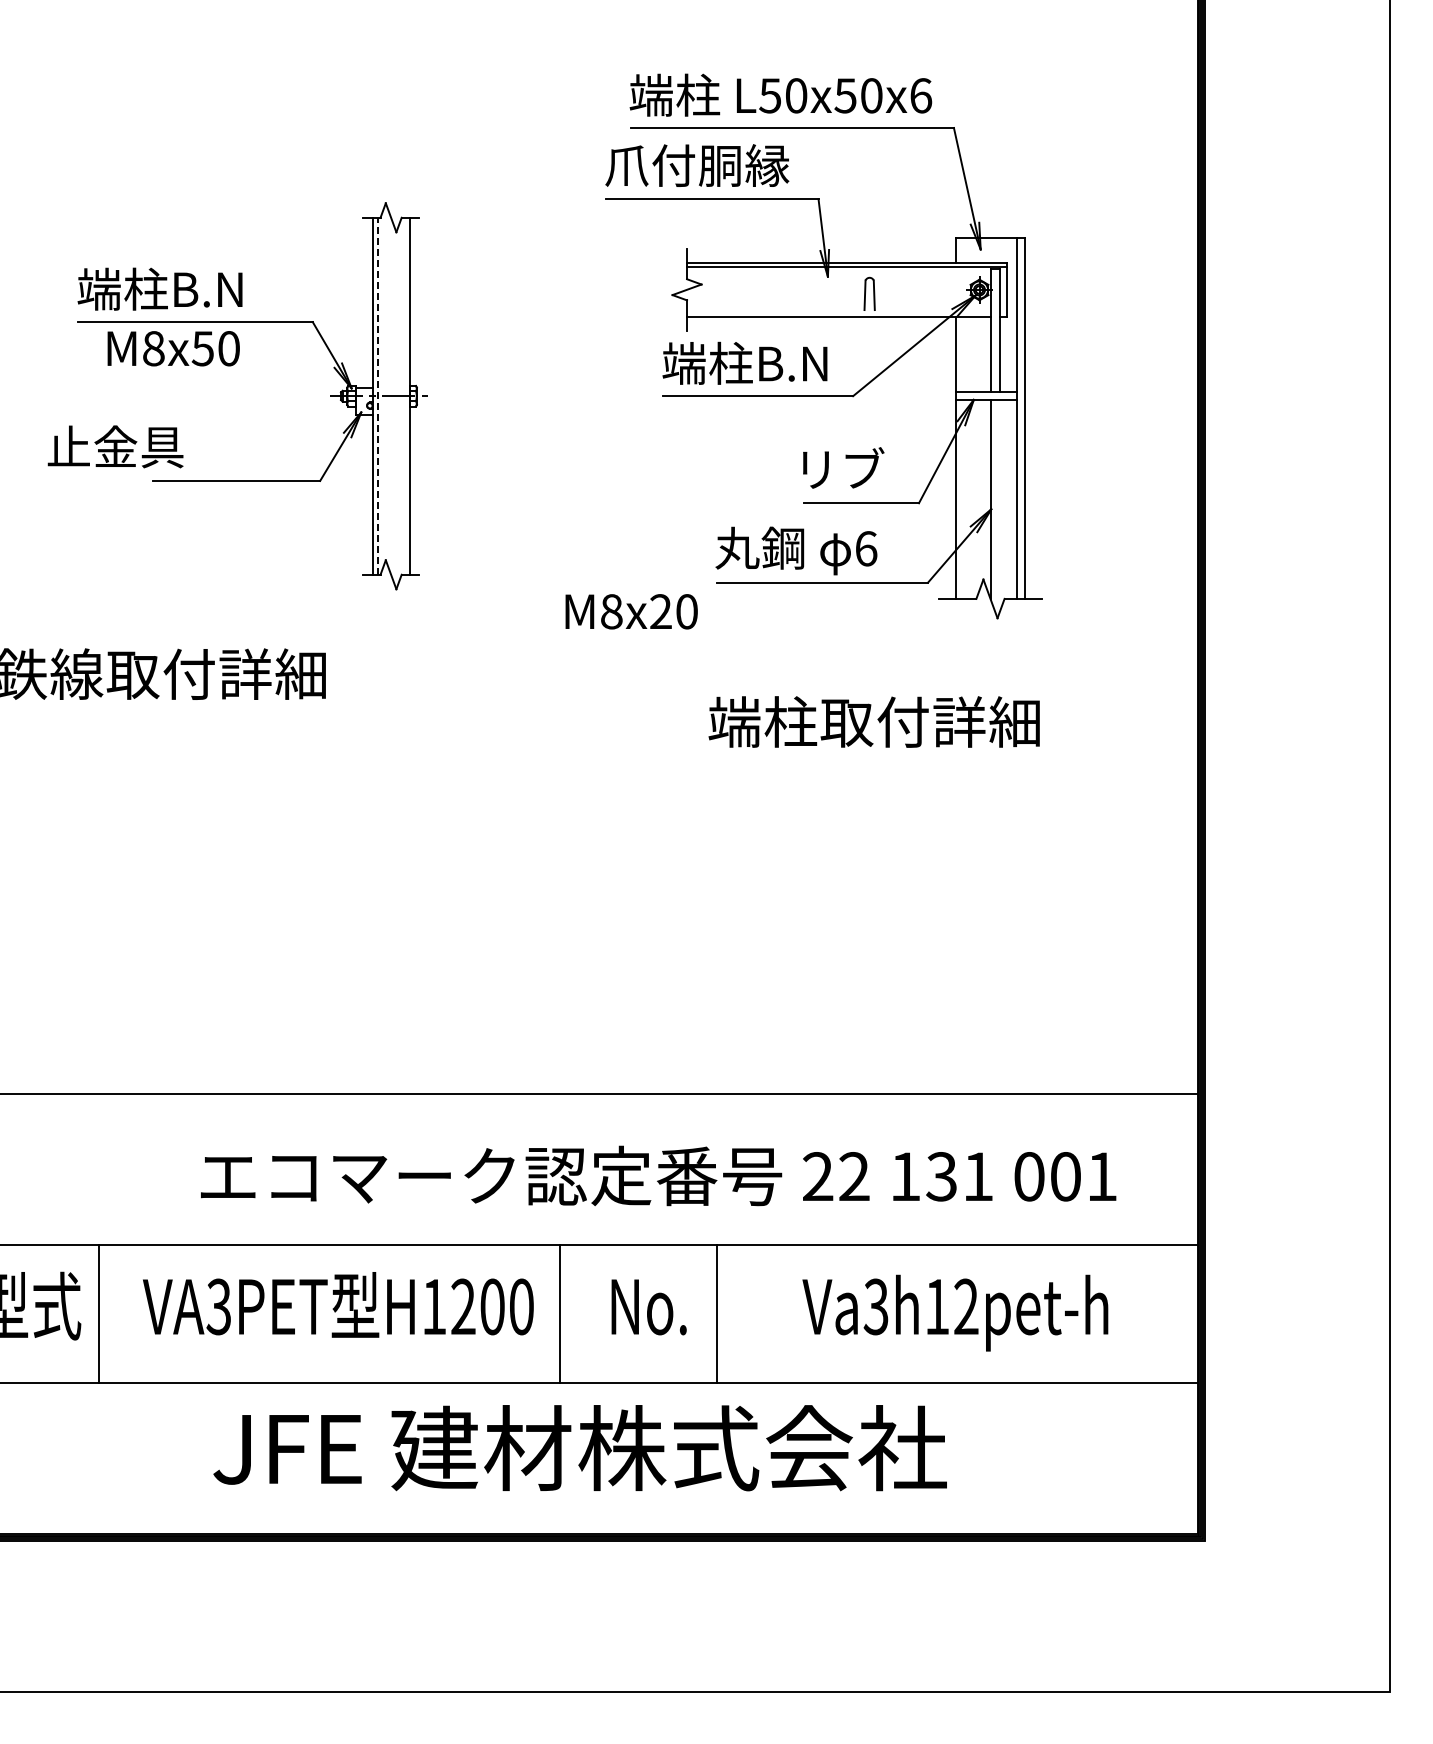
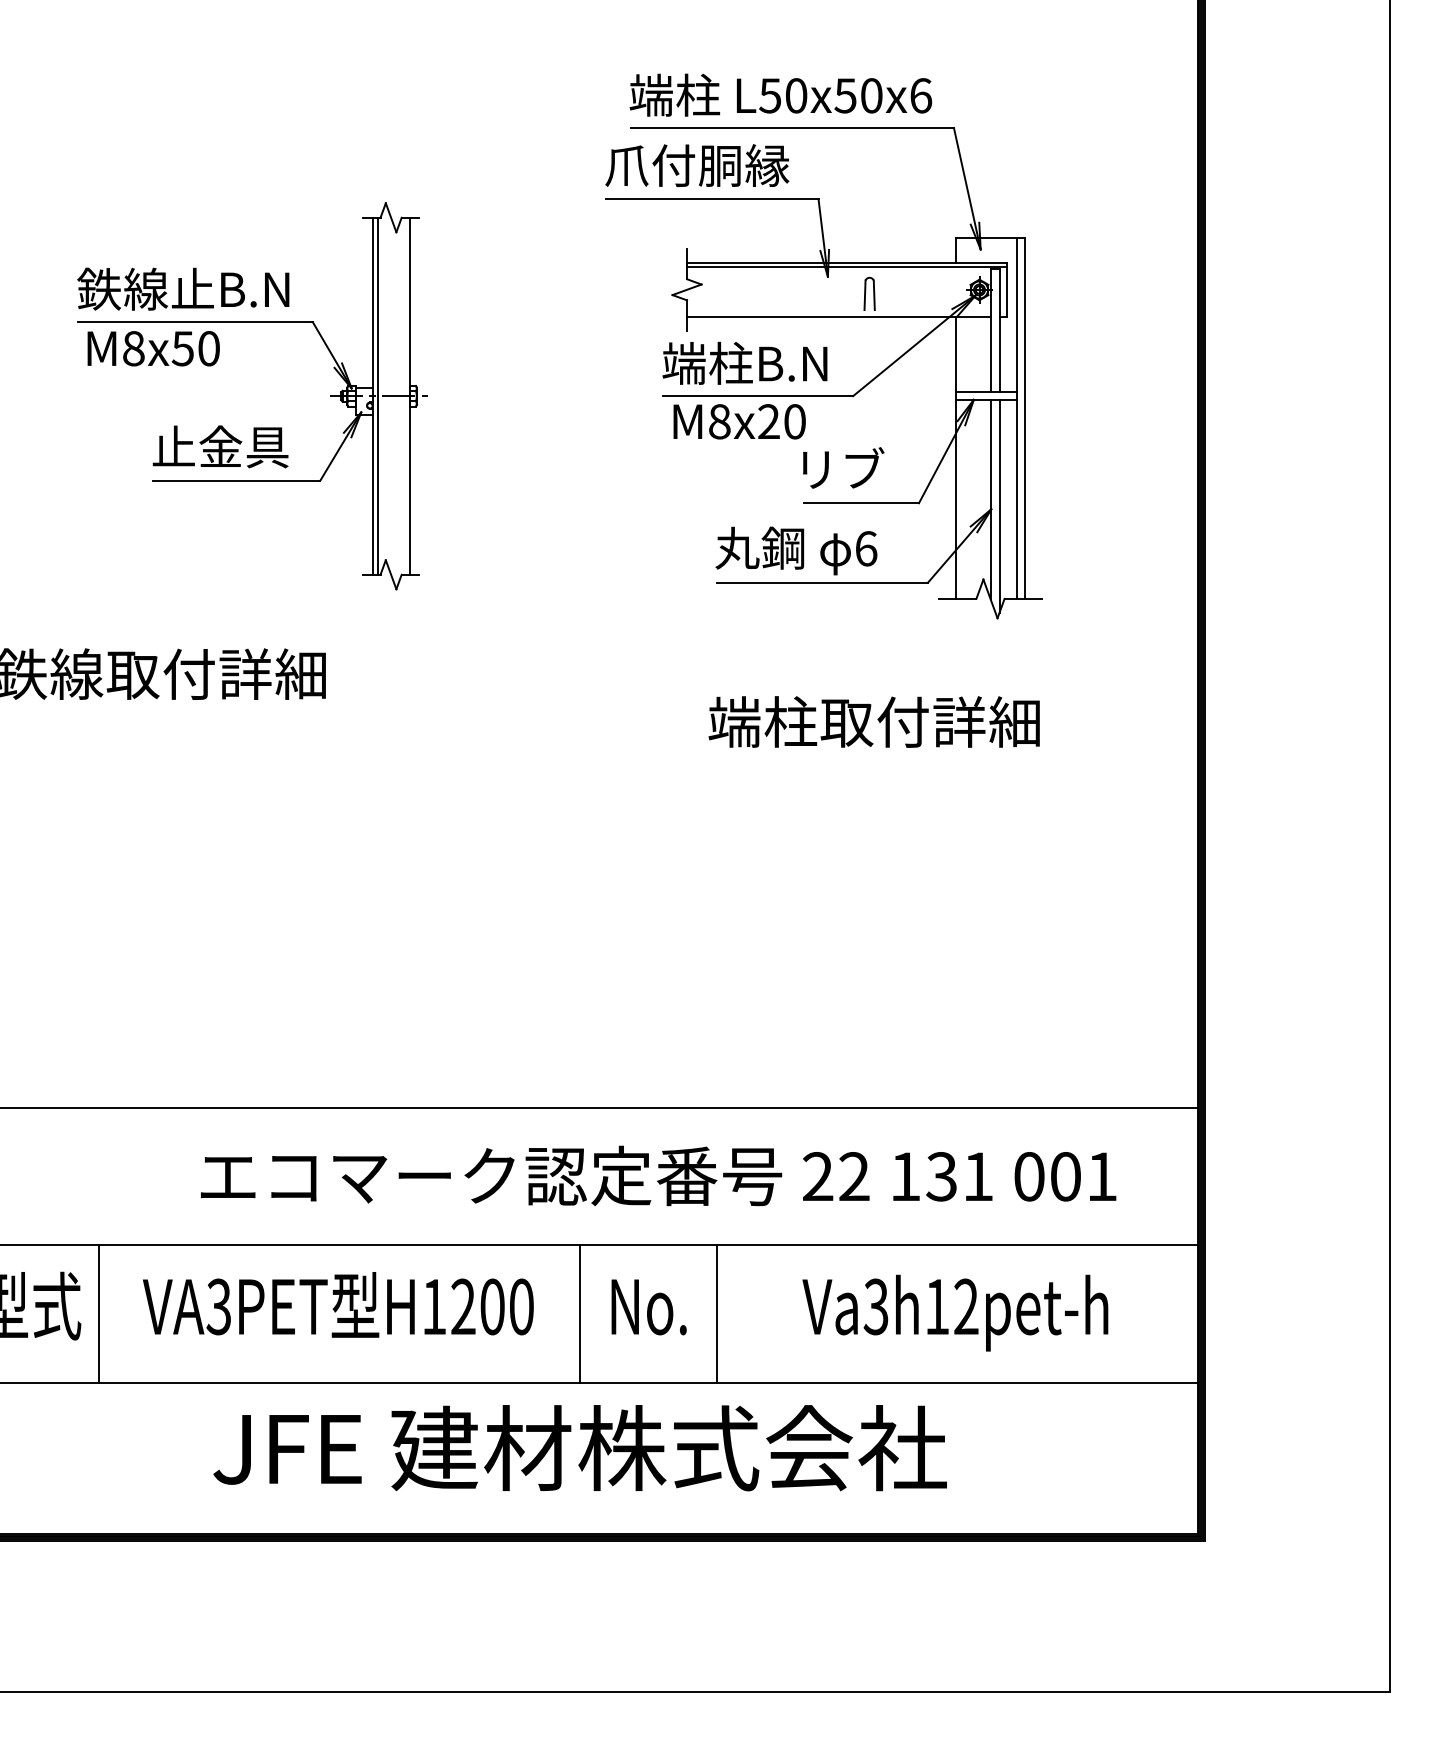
text at (183, 288): 端柱B.N -> 鉄線止B.N
text at (173, 348) position: (173, 348) -> (153, 348)
line at (378, 395): dashed -> solid
text at (115, 446) position: (115, 446) -> (220, 446)
line at (999, 505): none -> present
text at (631, 611) position: (631, 611) -> (739, 421)
line at (599, 1094) position: (599, 1094) -> (599, 1108)
line at (559, 1313) position: (559, 1313) -> (579, 1313)
